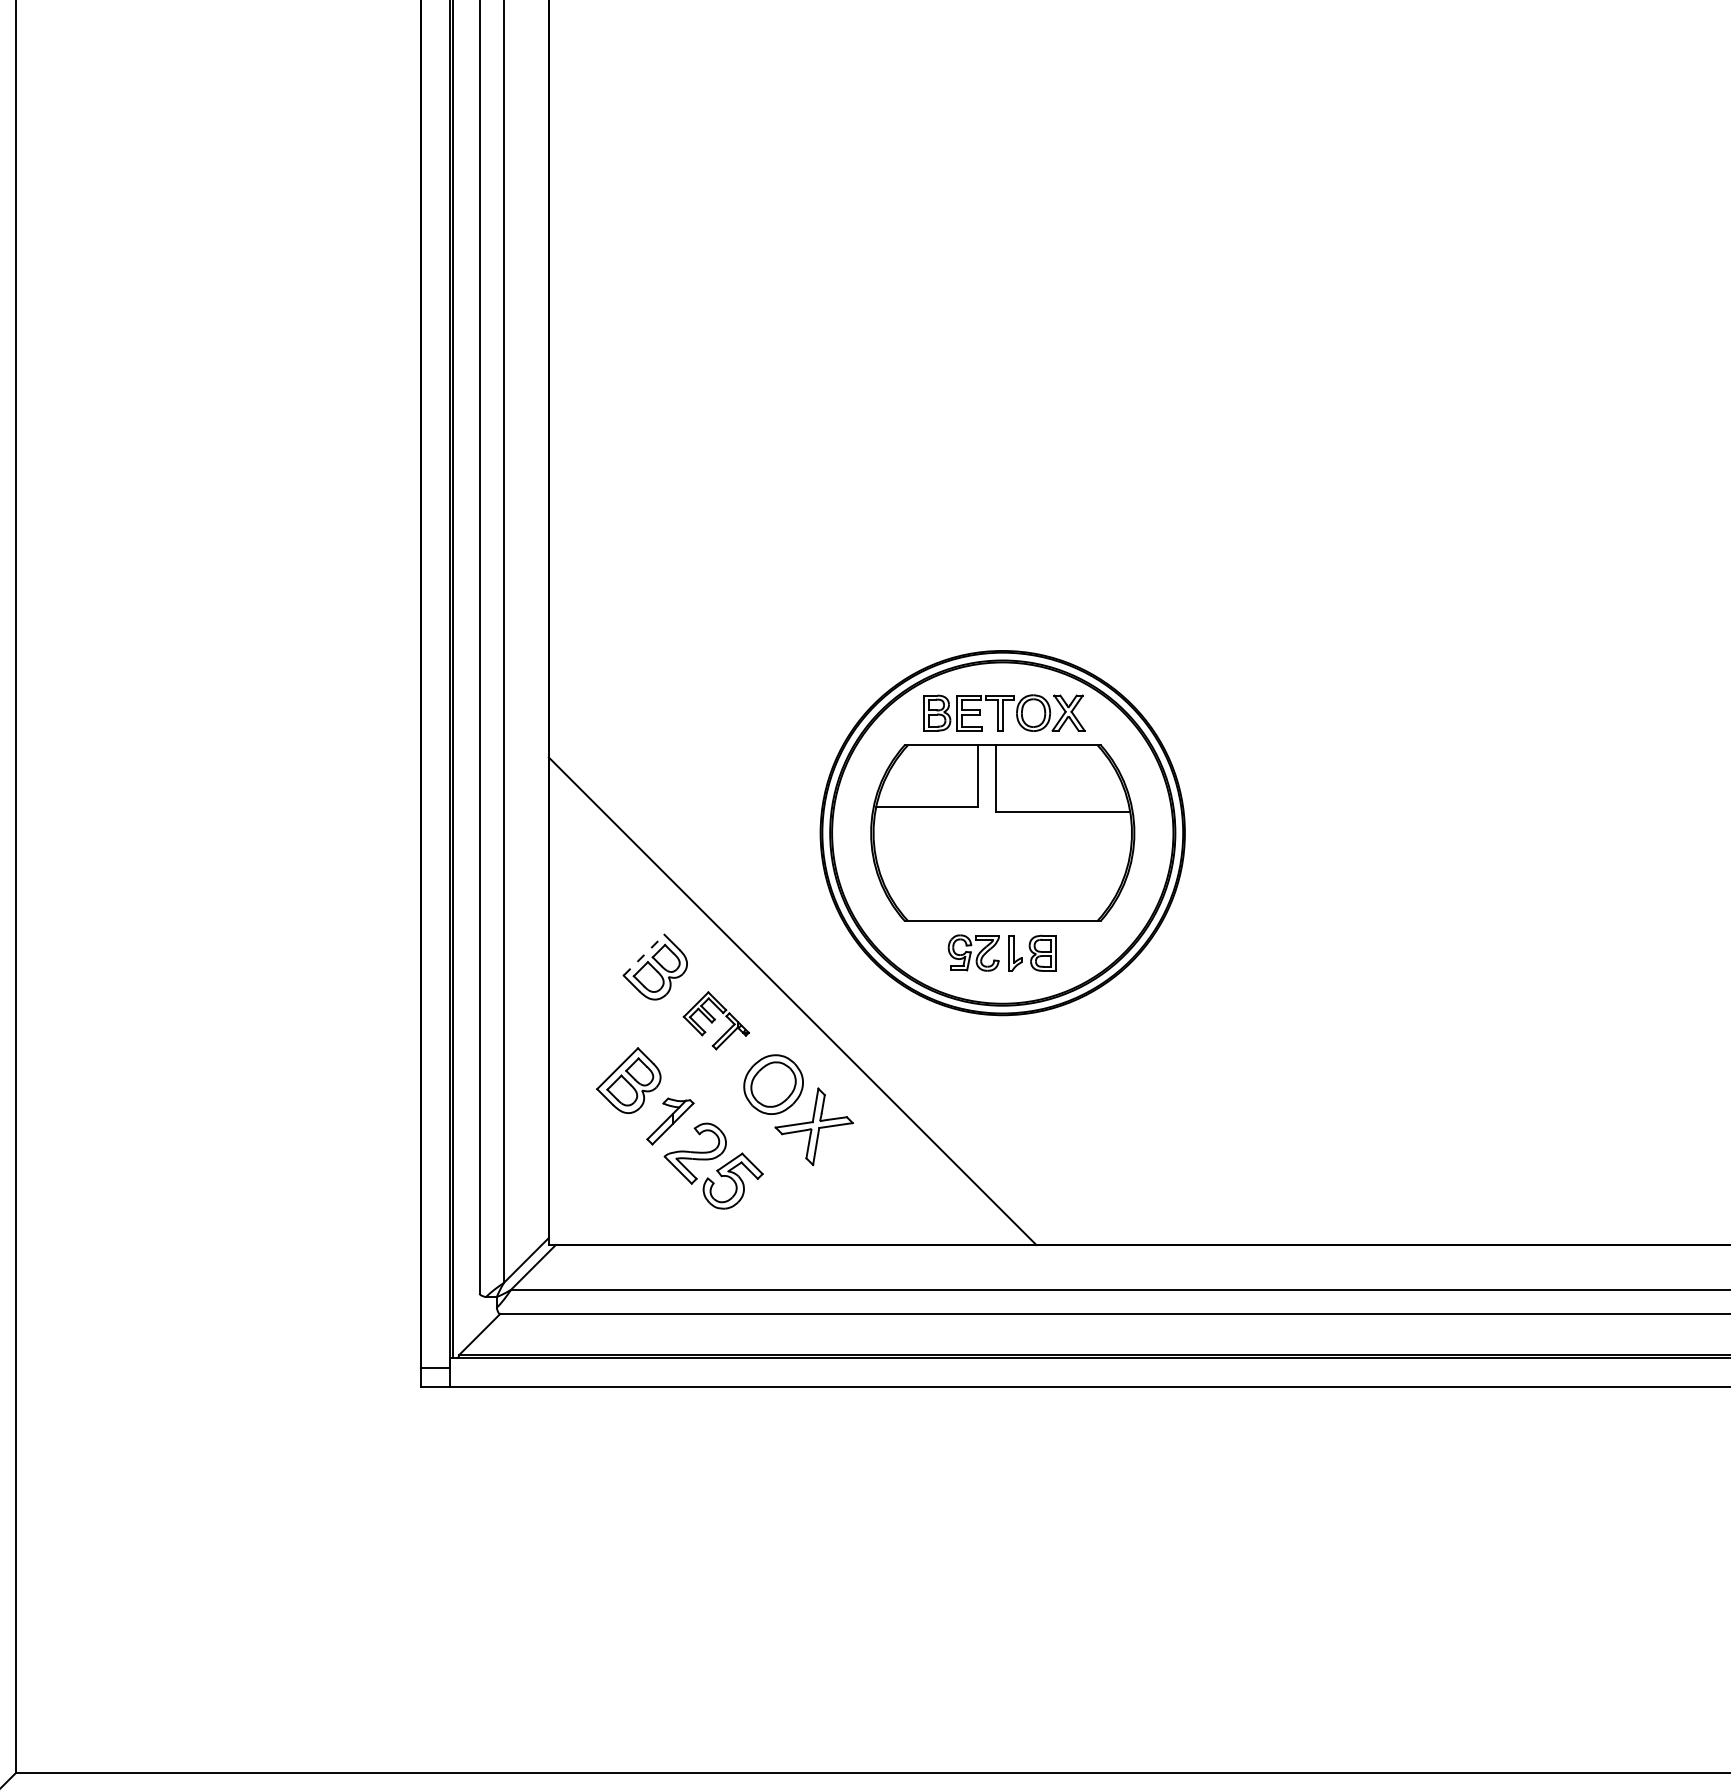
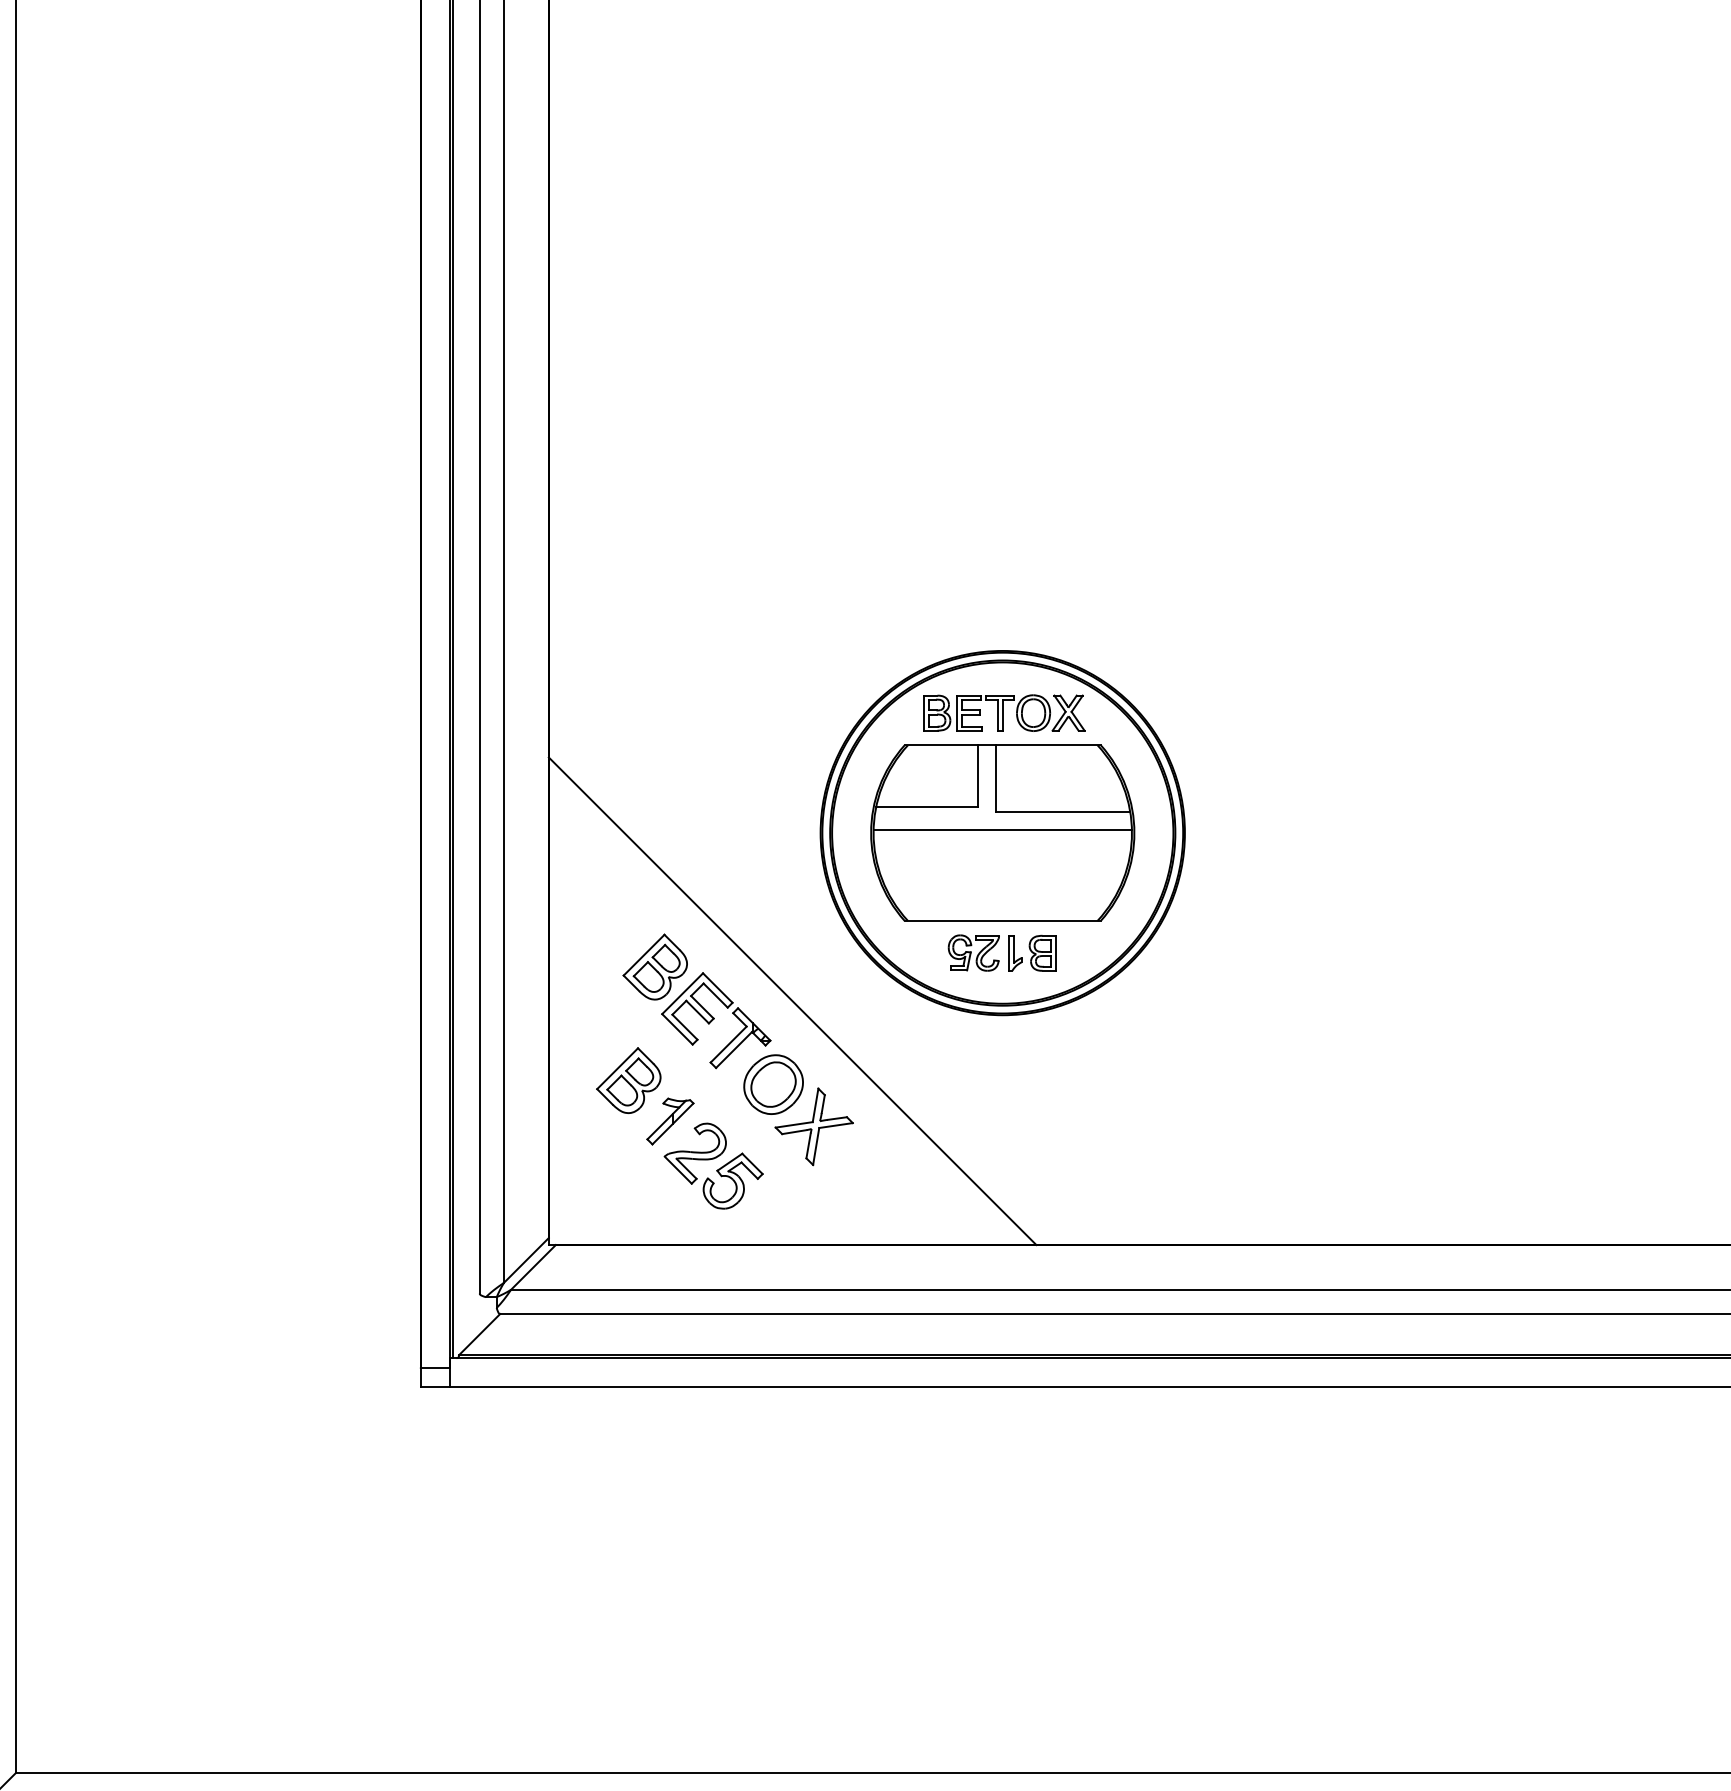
line at (1002, 830): none -> present
line at (644, 955): dashed -> solid
part at (715, 1020) size: 68x60 px -> 111x98 px
